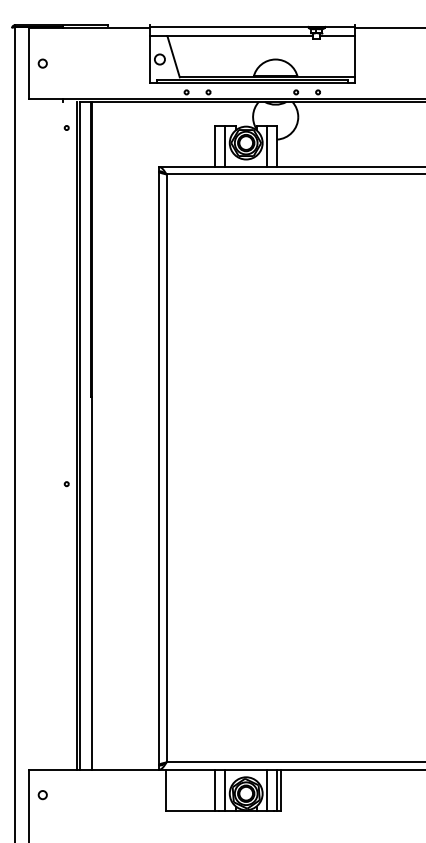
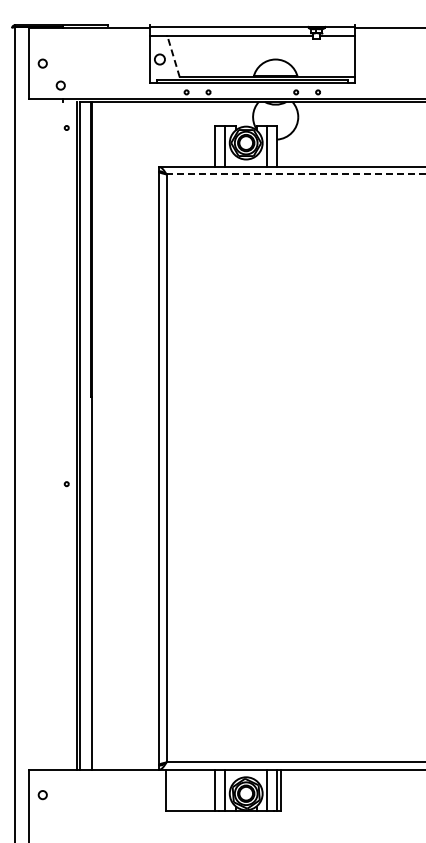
line at (173, 56): solid -> dashed
circle at (60, 85): none -> present
line at (295, 174): solid -> dashed
